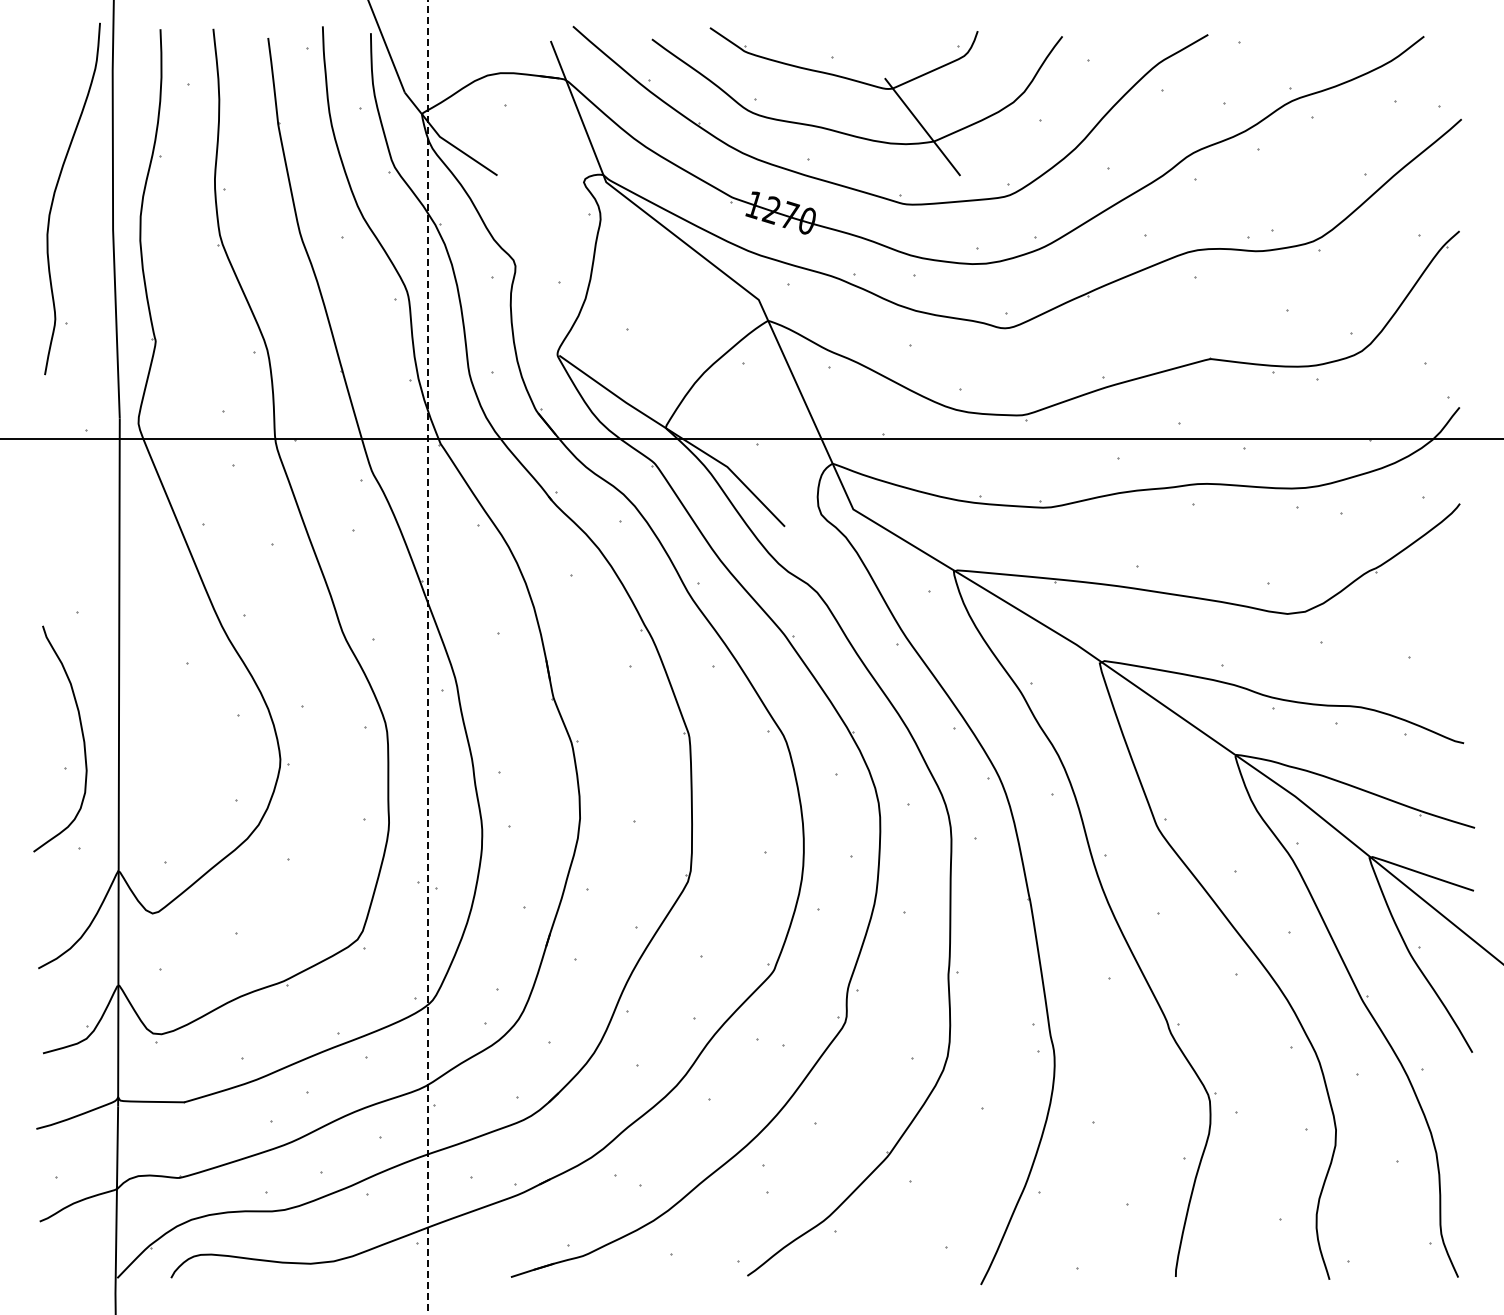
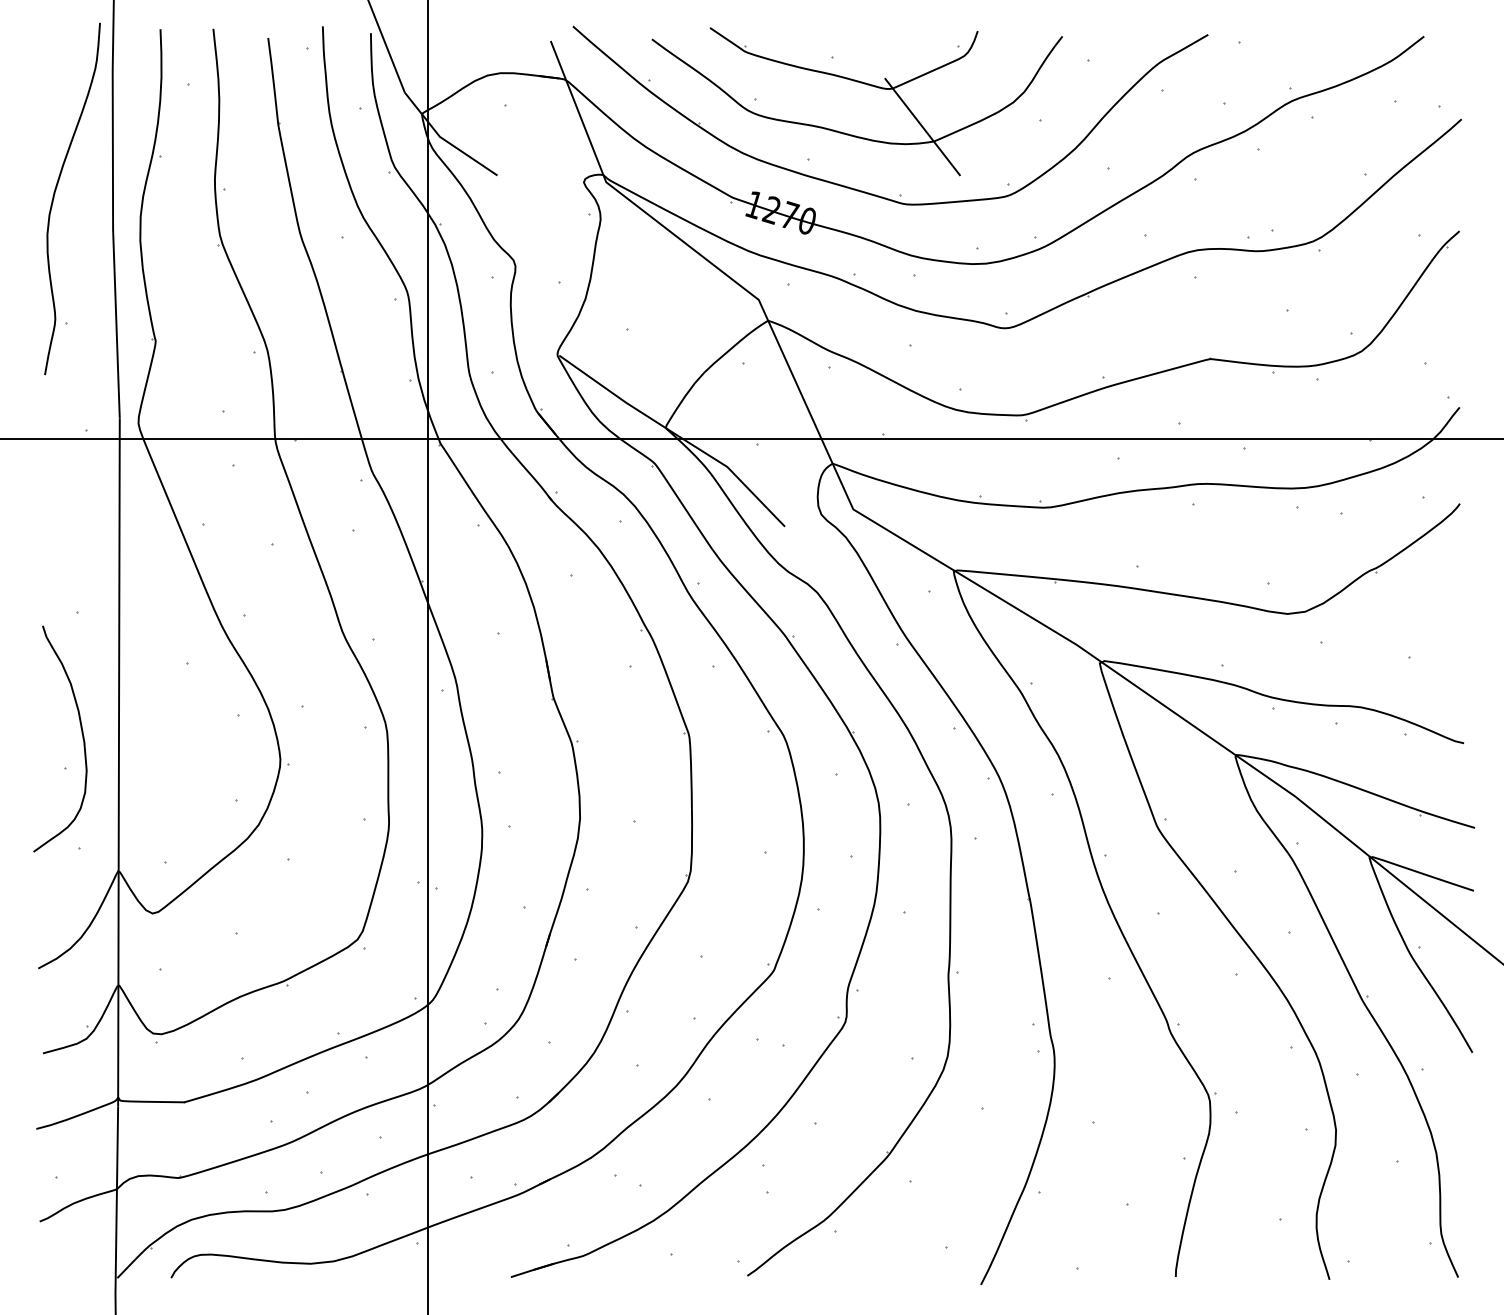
line at (427, 658): dashed -> solid
